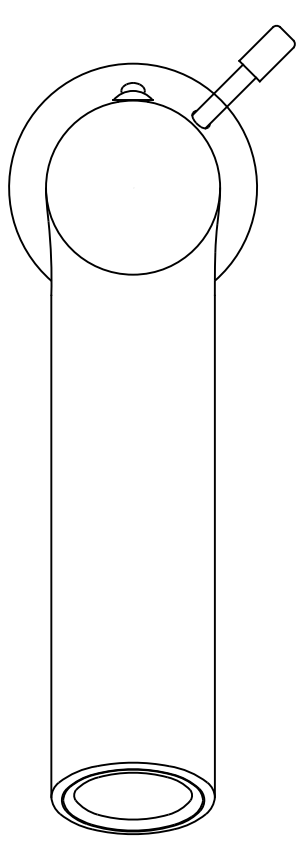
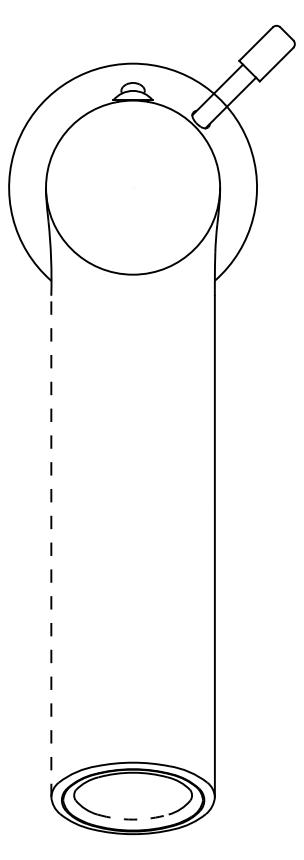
line at (51, 546): solid -> dashed
arc at (133, 819): solid -> dashed
